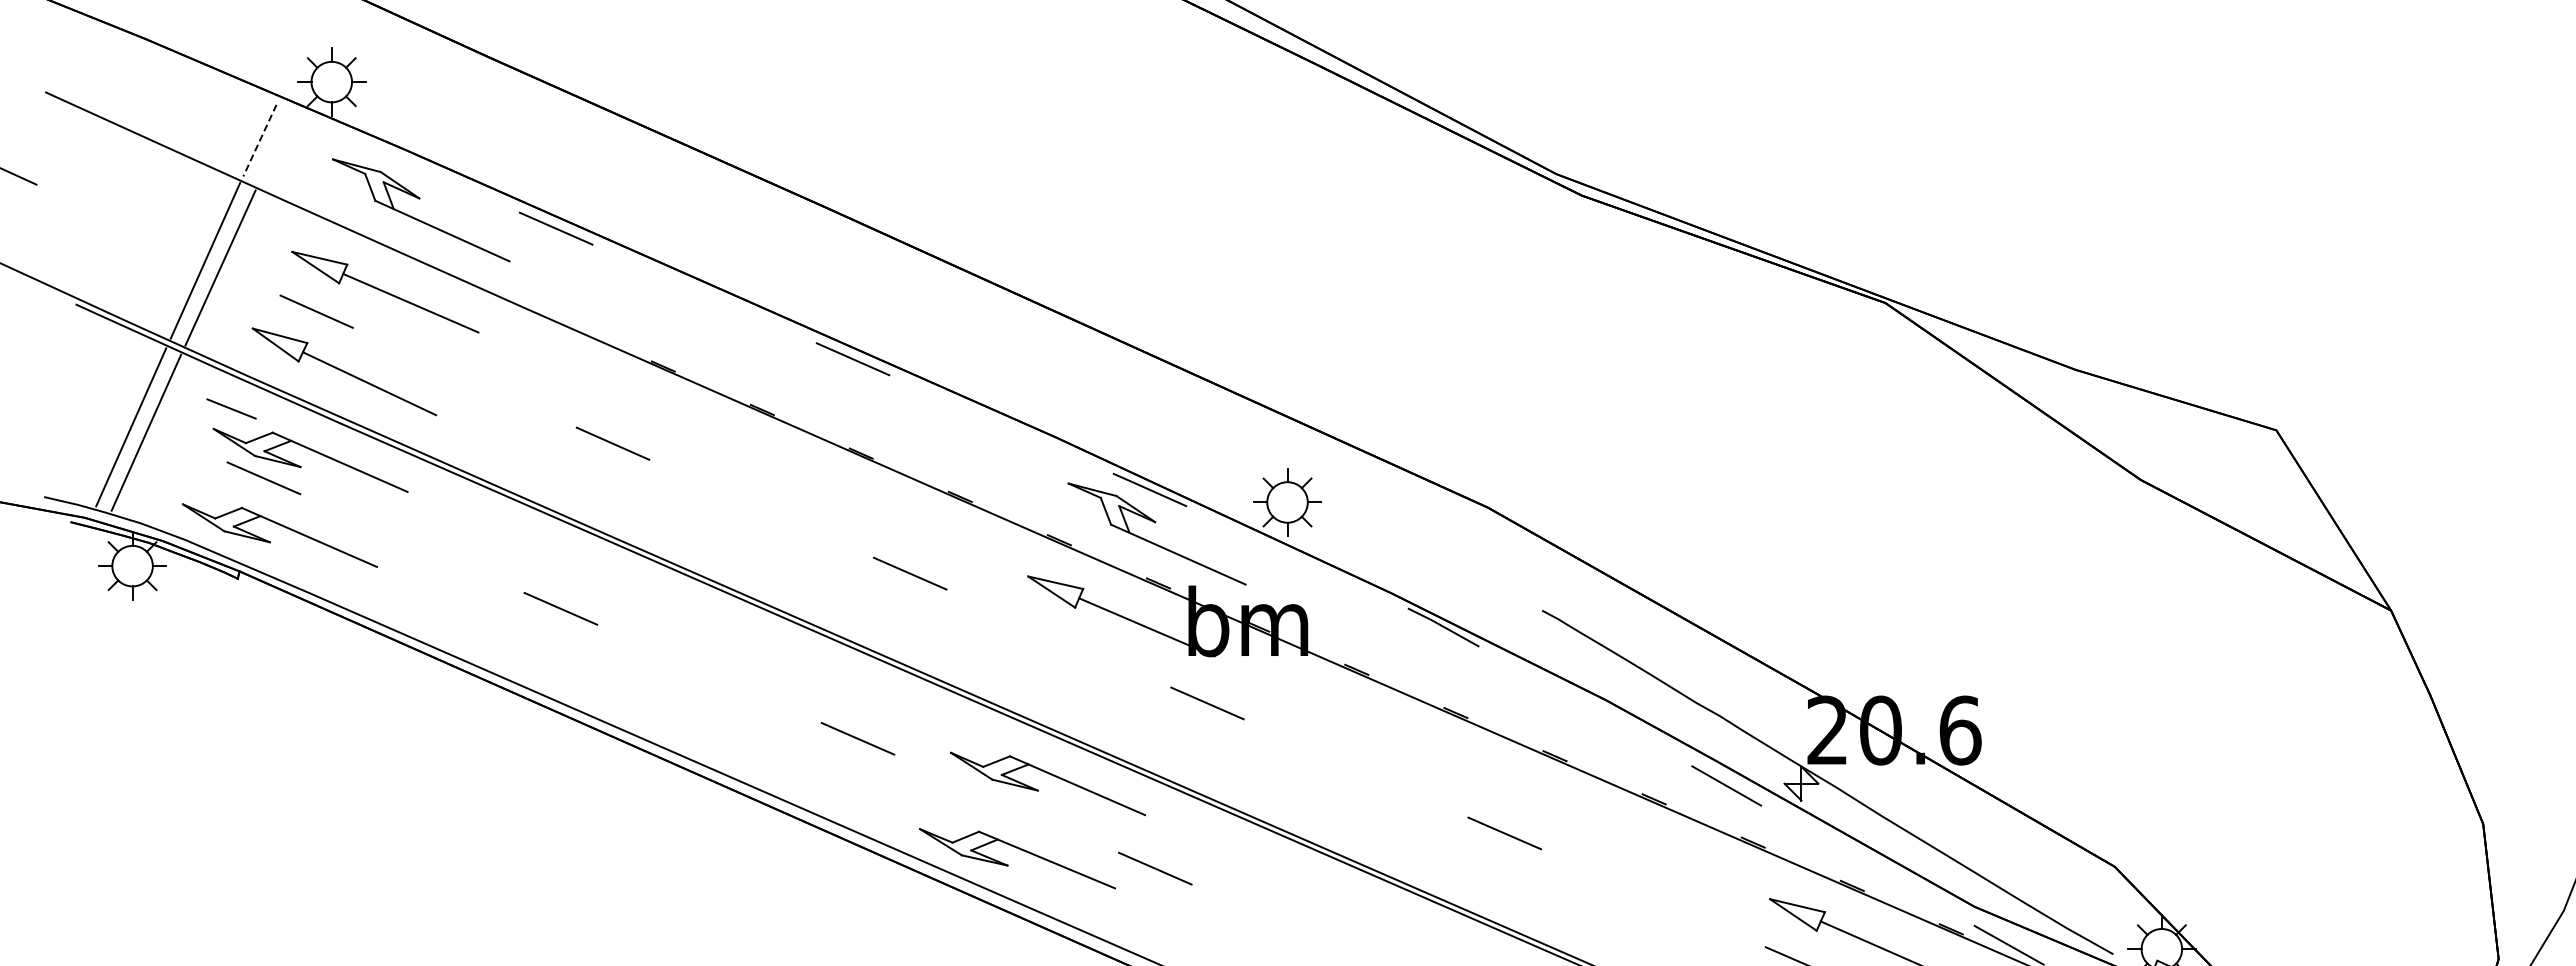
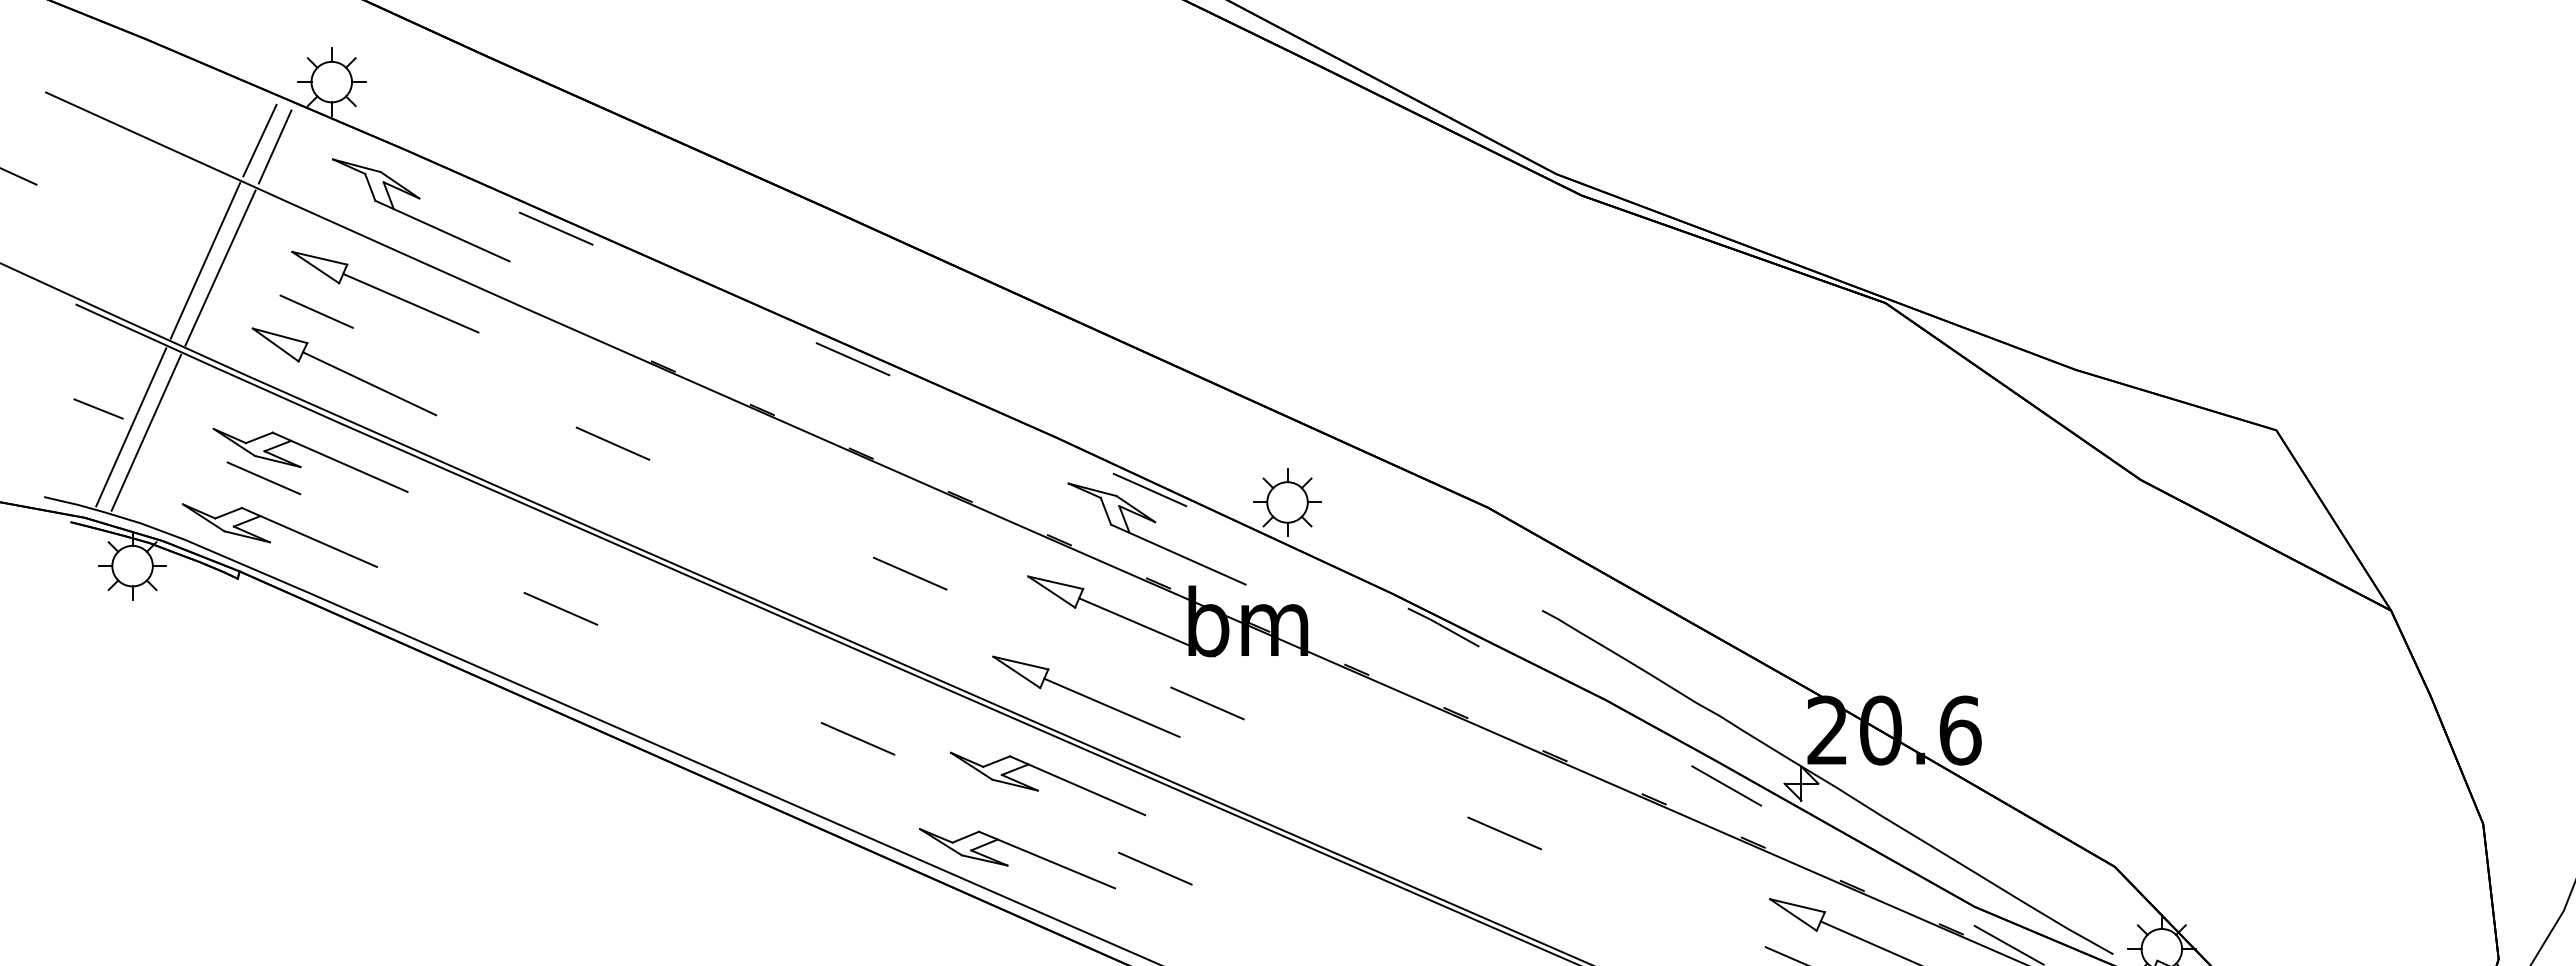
line at (259, 141): dashed -> solid
line at (274, 146): none -> present
line at (231, 408) position: (231, 408) -> (98, 408)
part at (1086, 696): none -> present
